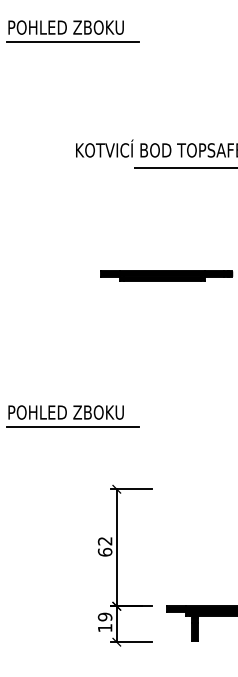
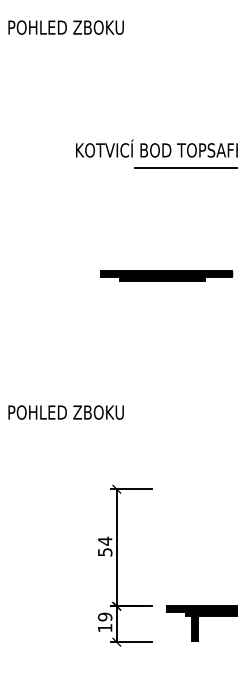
line at (73, 42): present -> none
line at (73, 427): present -> none
text at (104, 546): 62 -> 54
